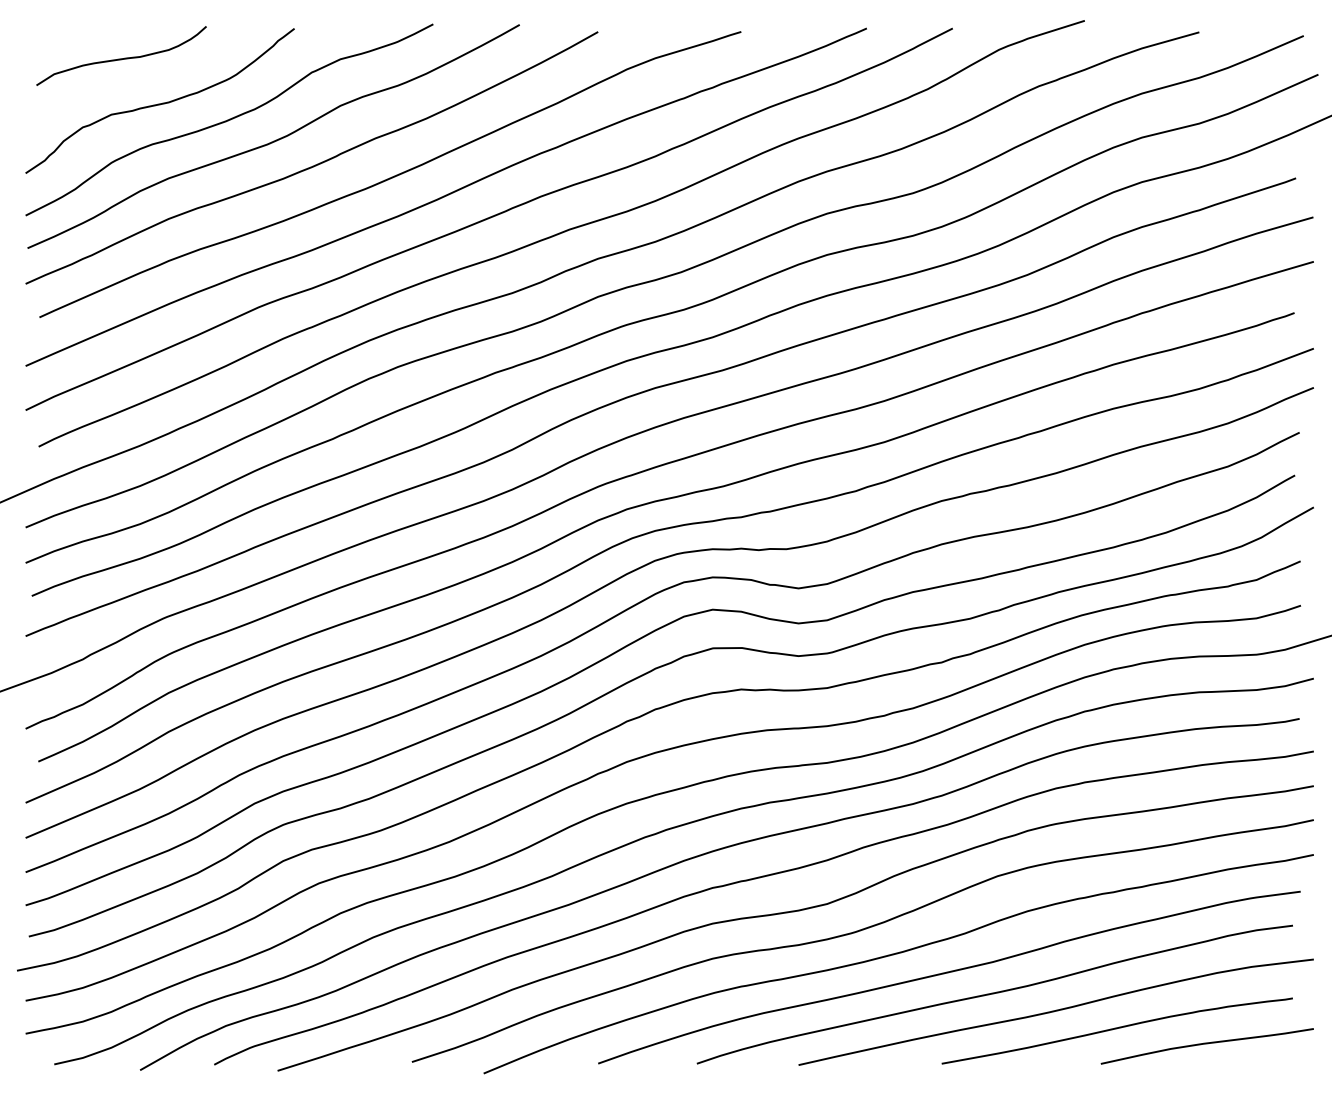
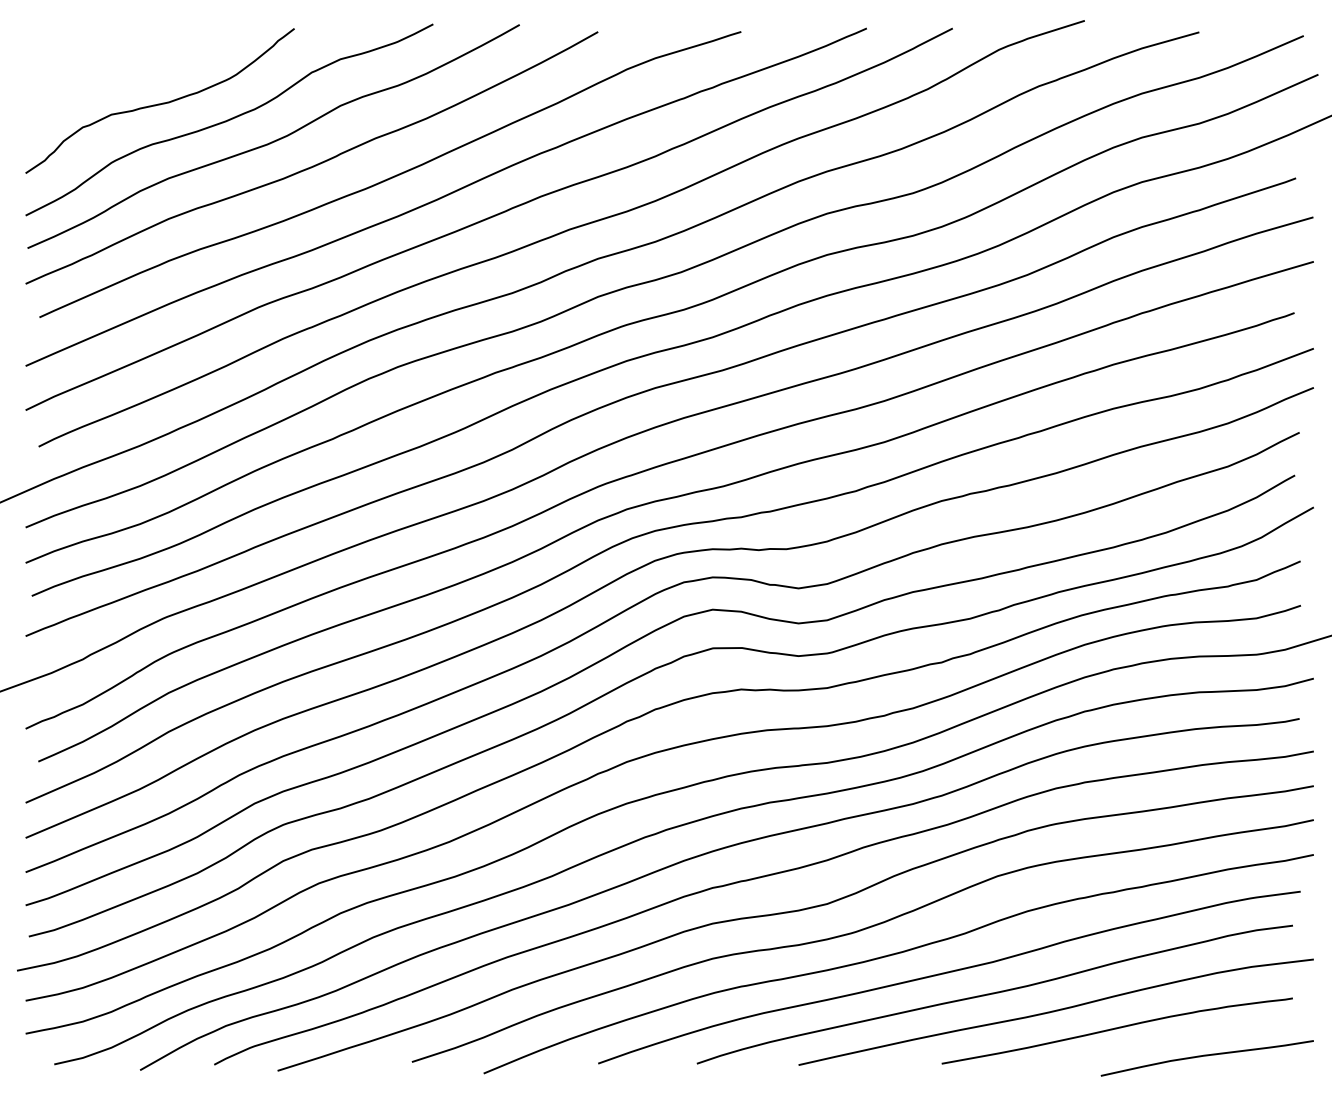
curve at (121, 58): present -> none
curve at (1206, 1044) position: (1206, 1044) -> (1206, 1056)
